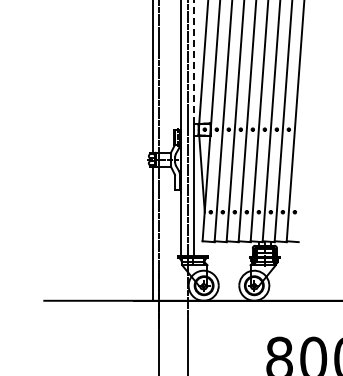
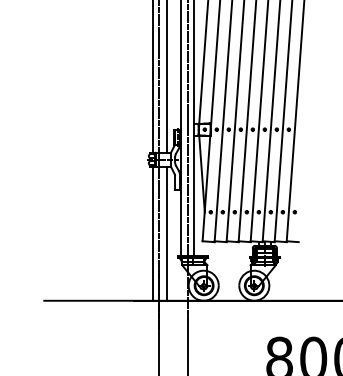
line at (194, 61): dashed -> solid
line at (167, 77): none -> present
line at (167, 233): none -> present
